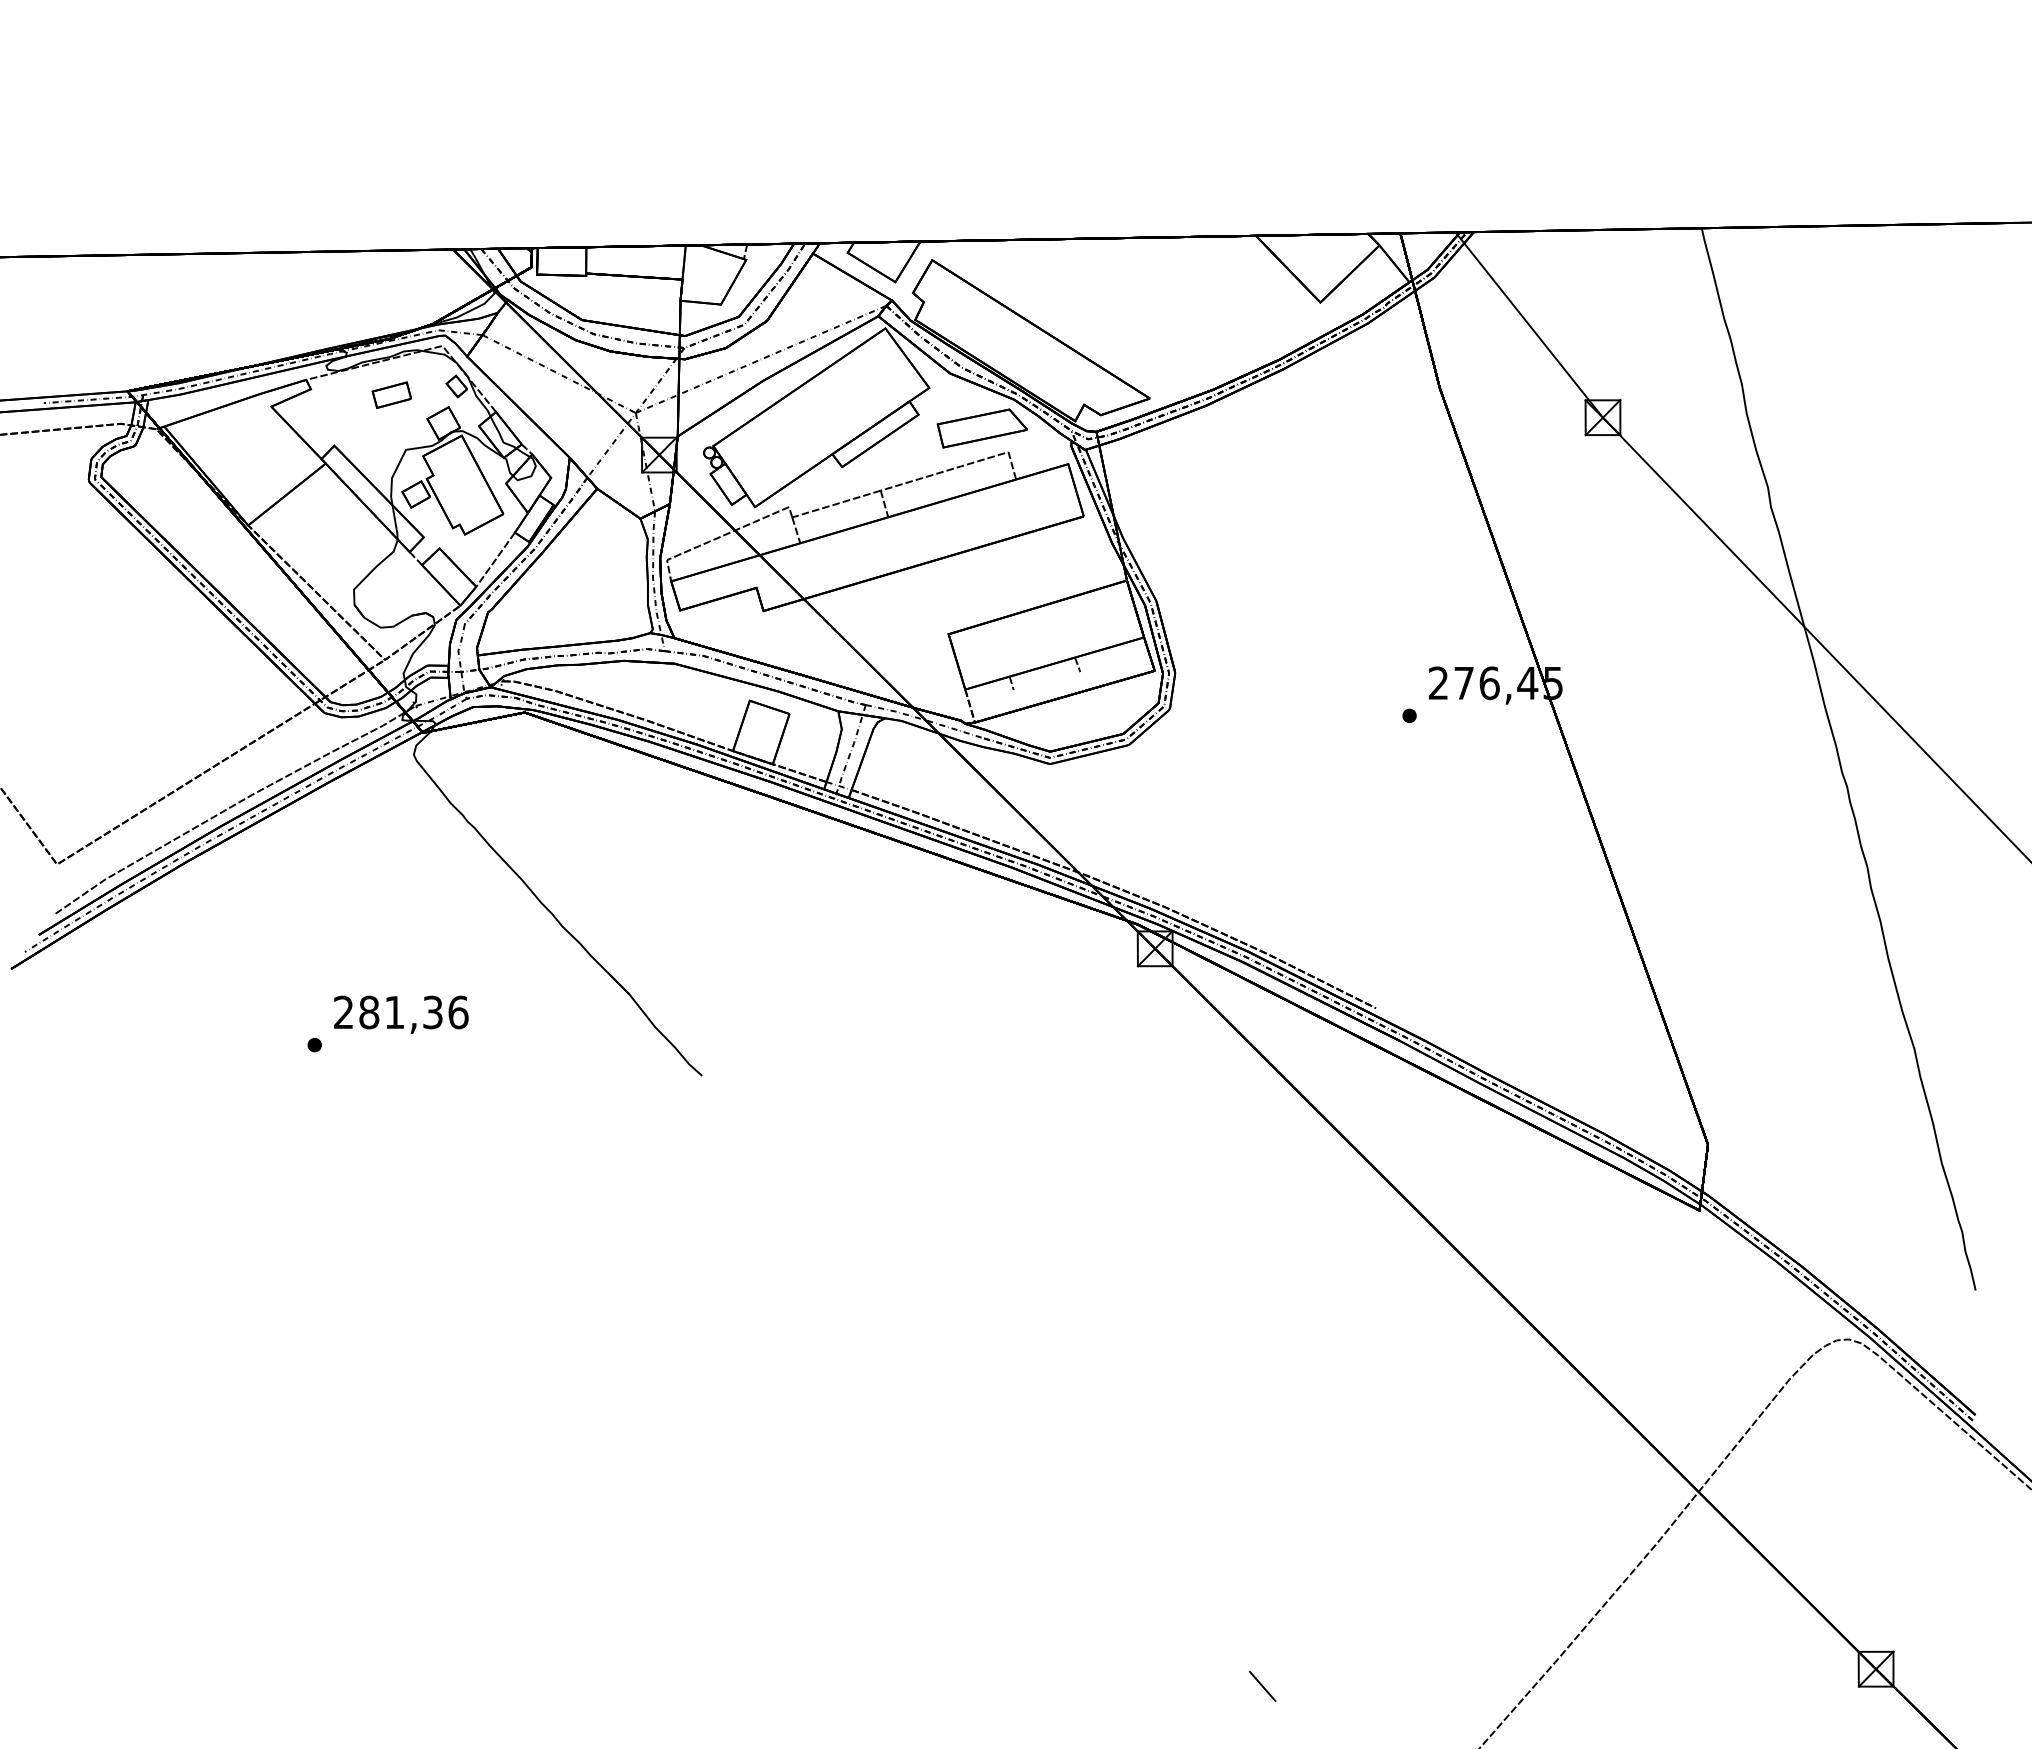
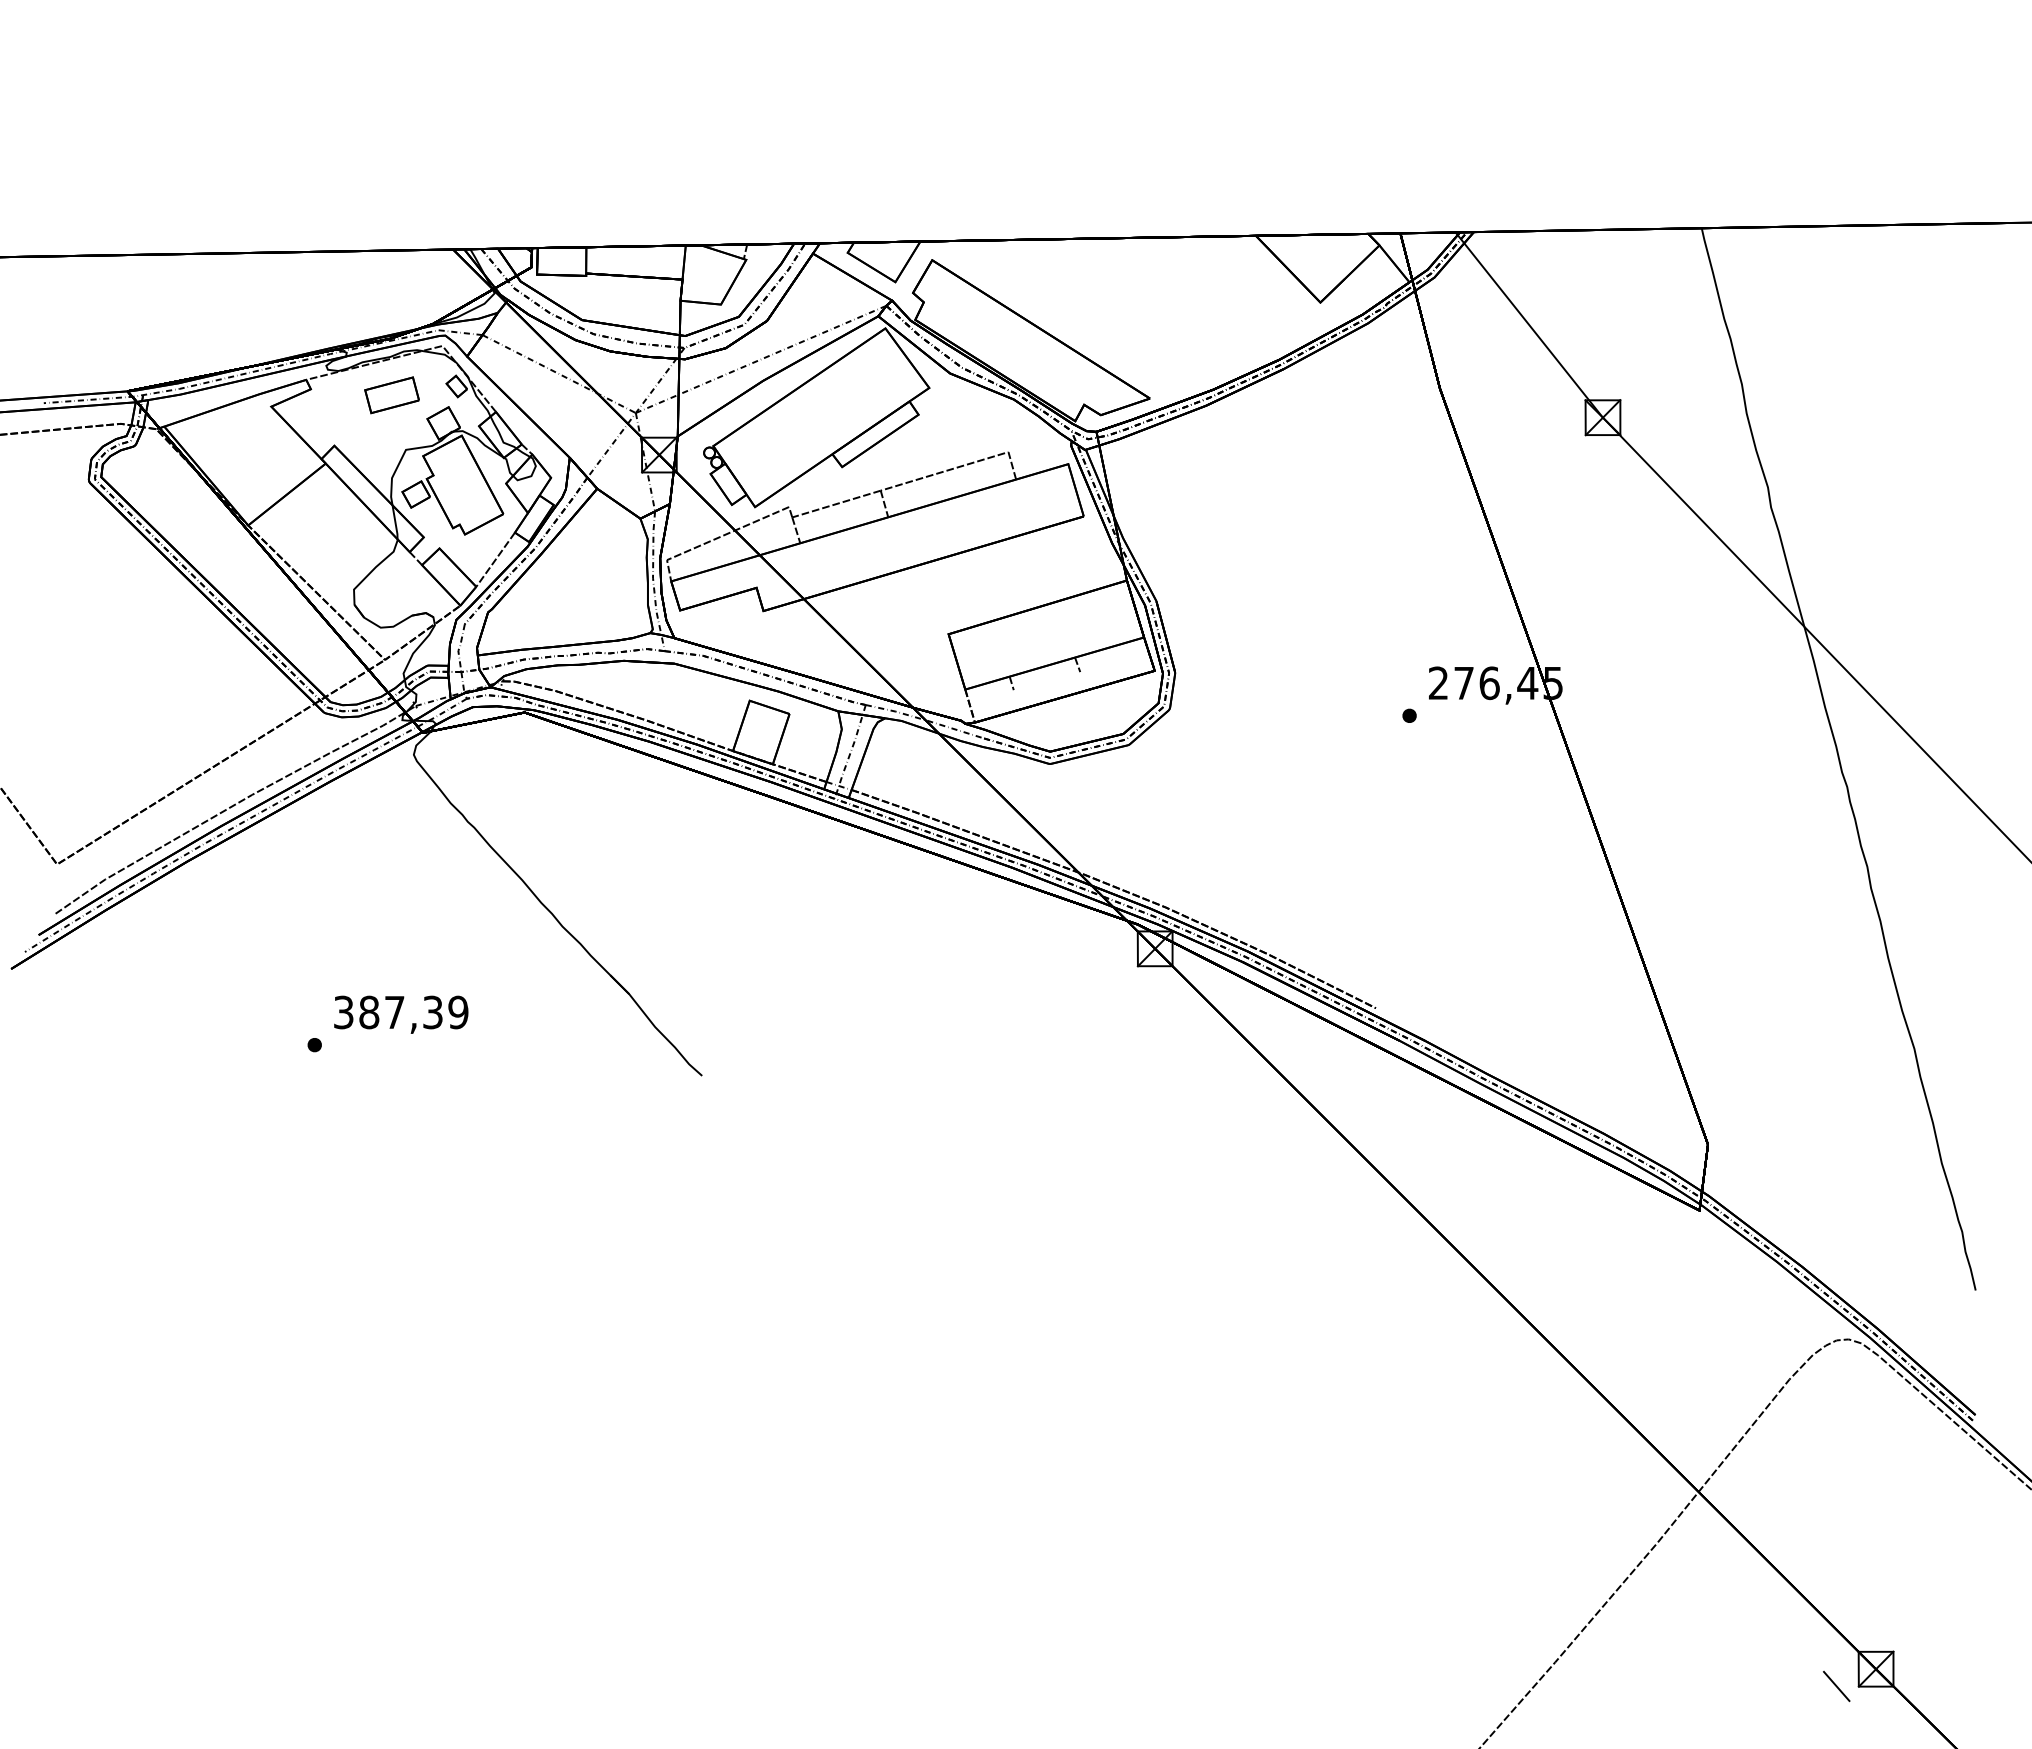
part at (391, 394) size: 41x28 px -> 56x39 px
part at (981, 428): present -> none
text at (401, 1012): 281,36 -> 387,39
line at (1262, 1686) position: (1262, 1686) -> (1836, 1686)
